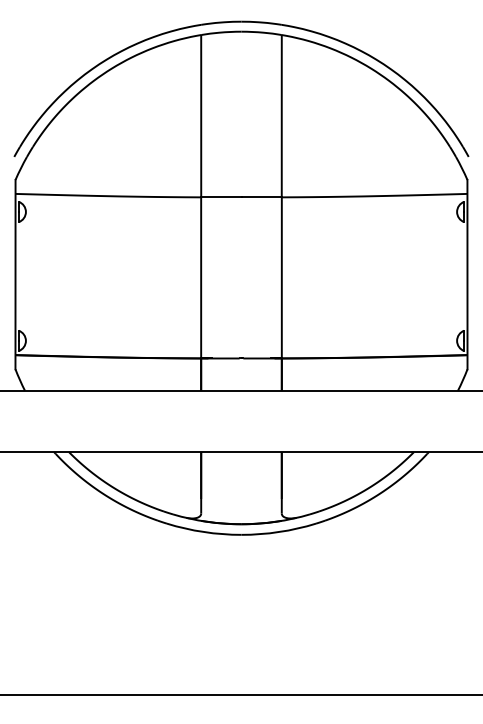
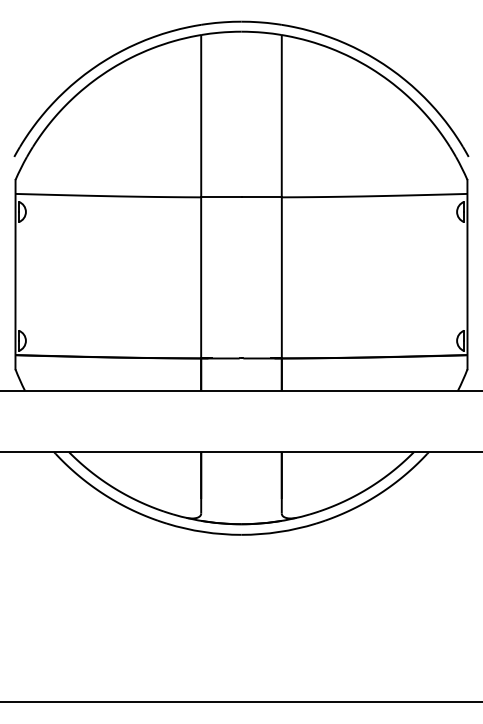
line at (240, 695) position: (240, 695) -> (240, 702)
